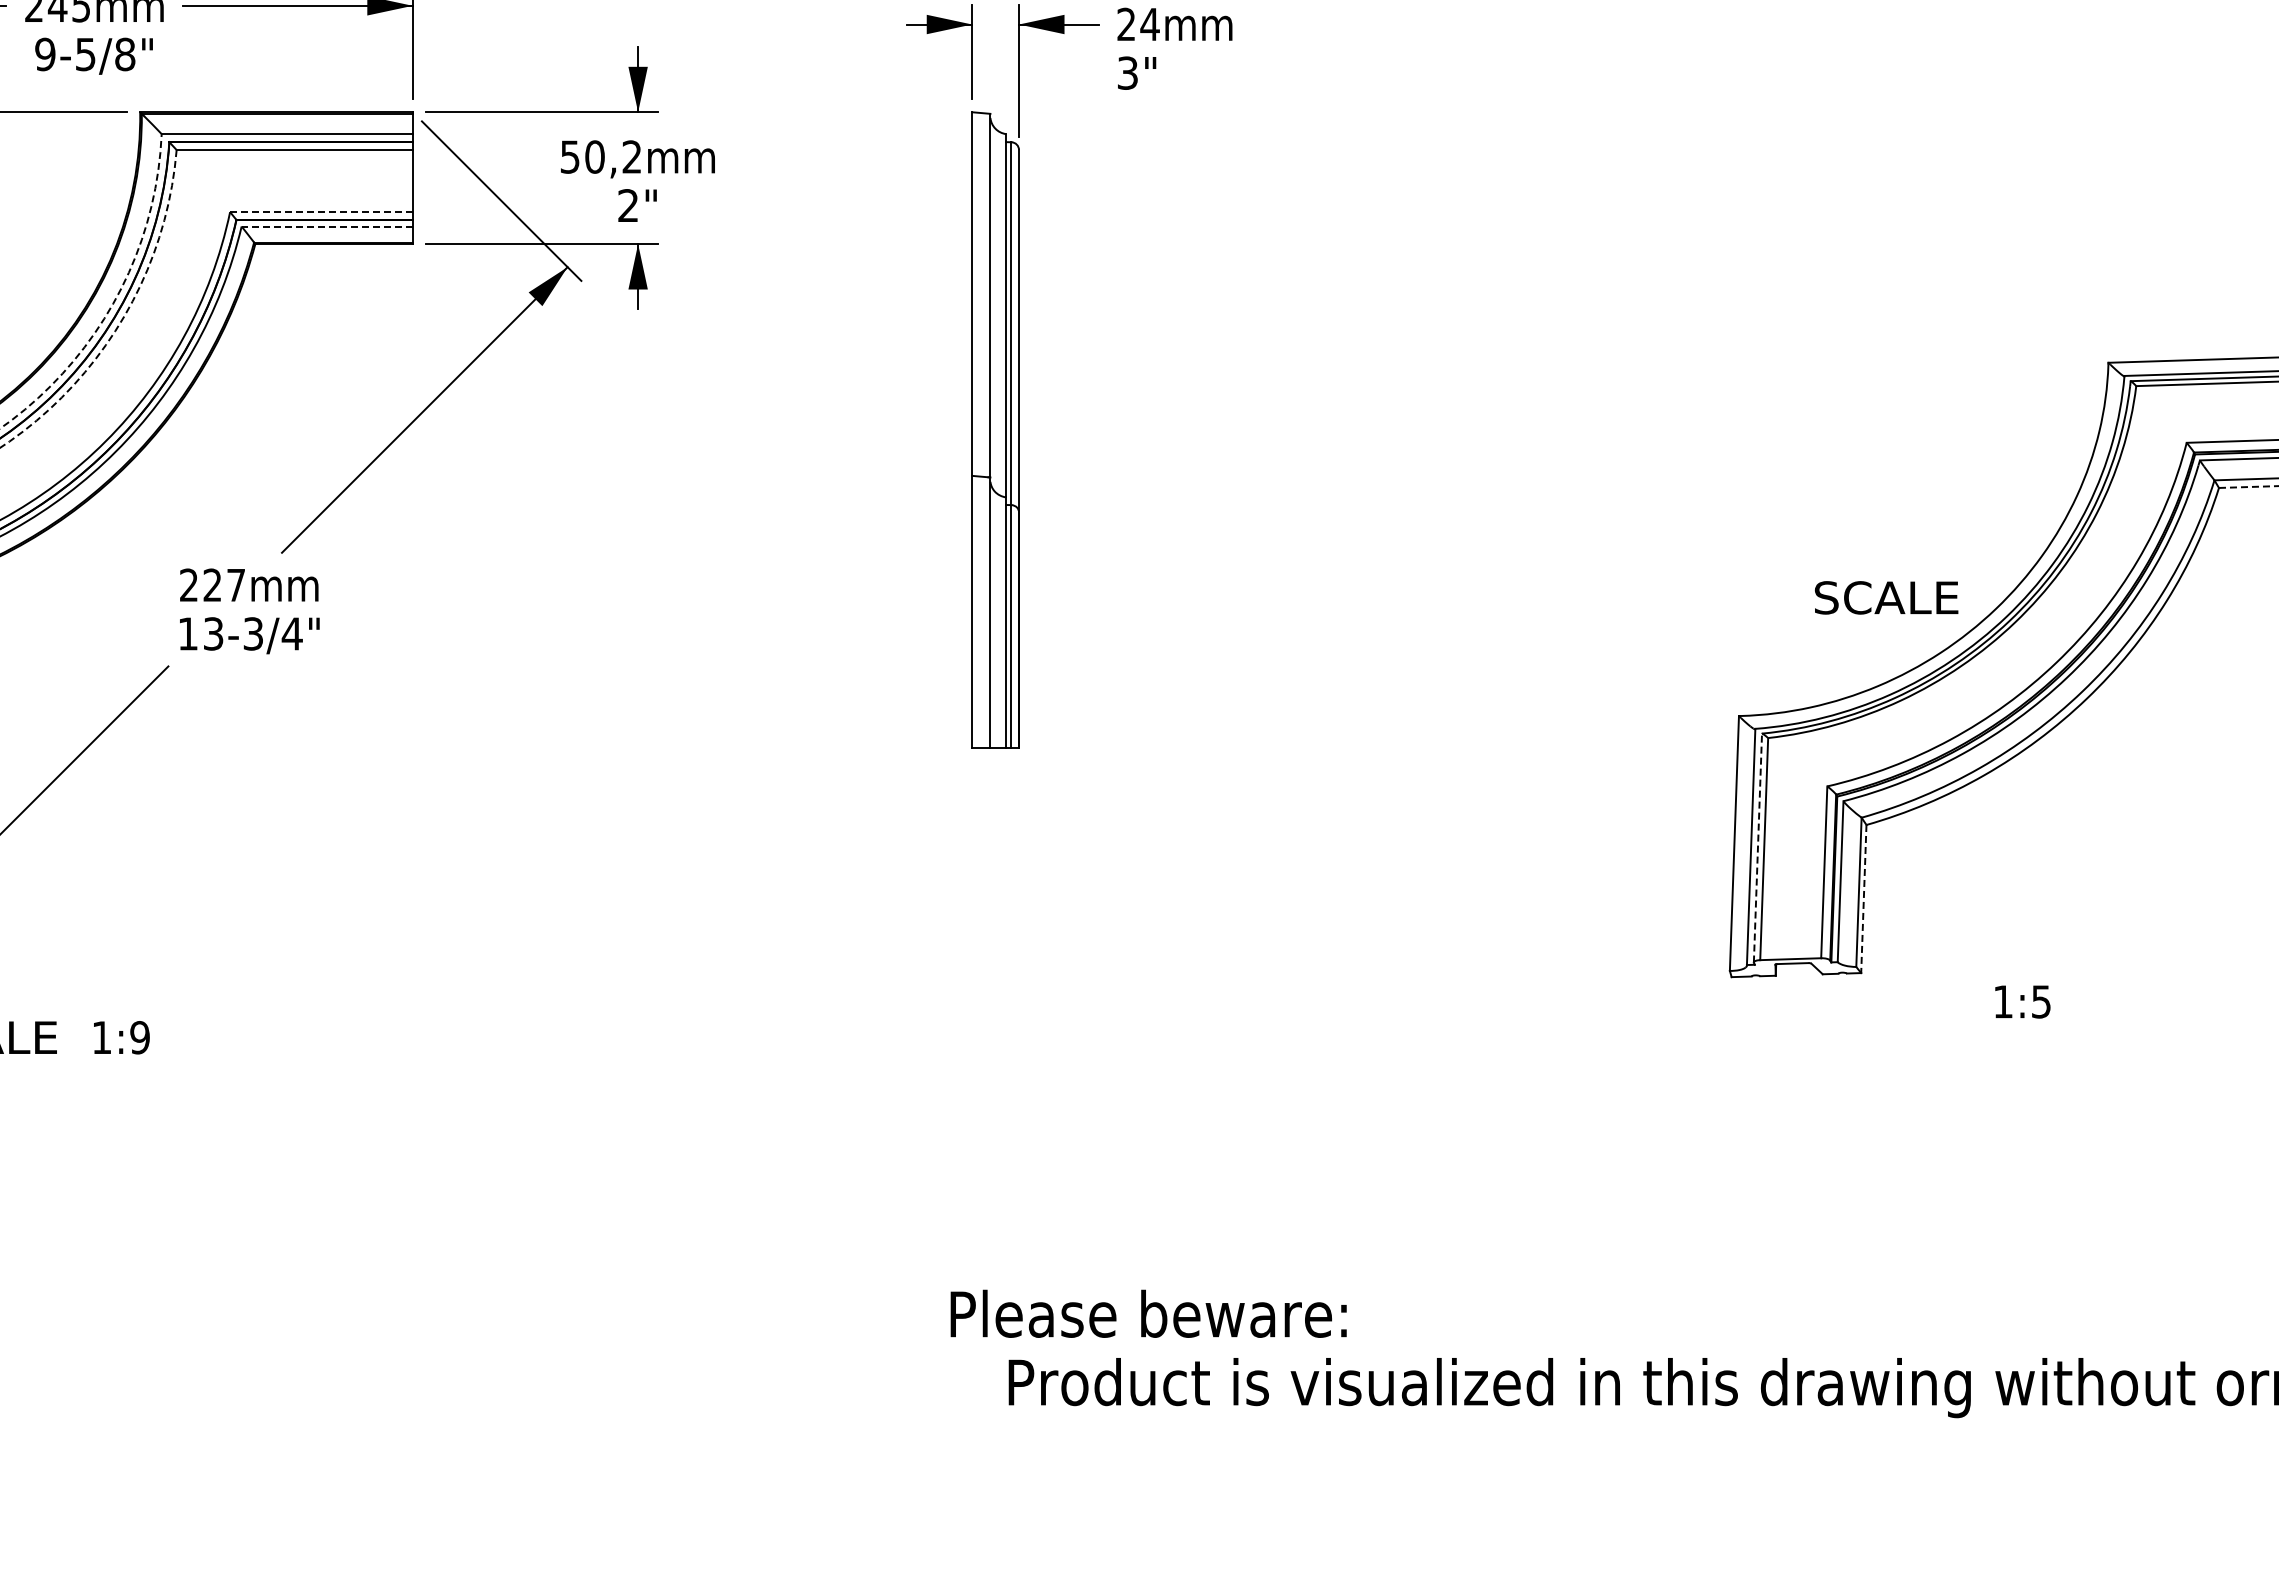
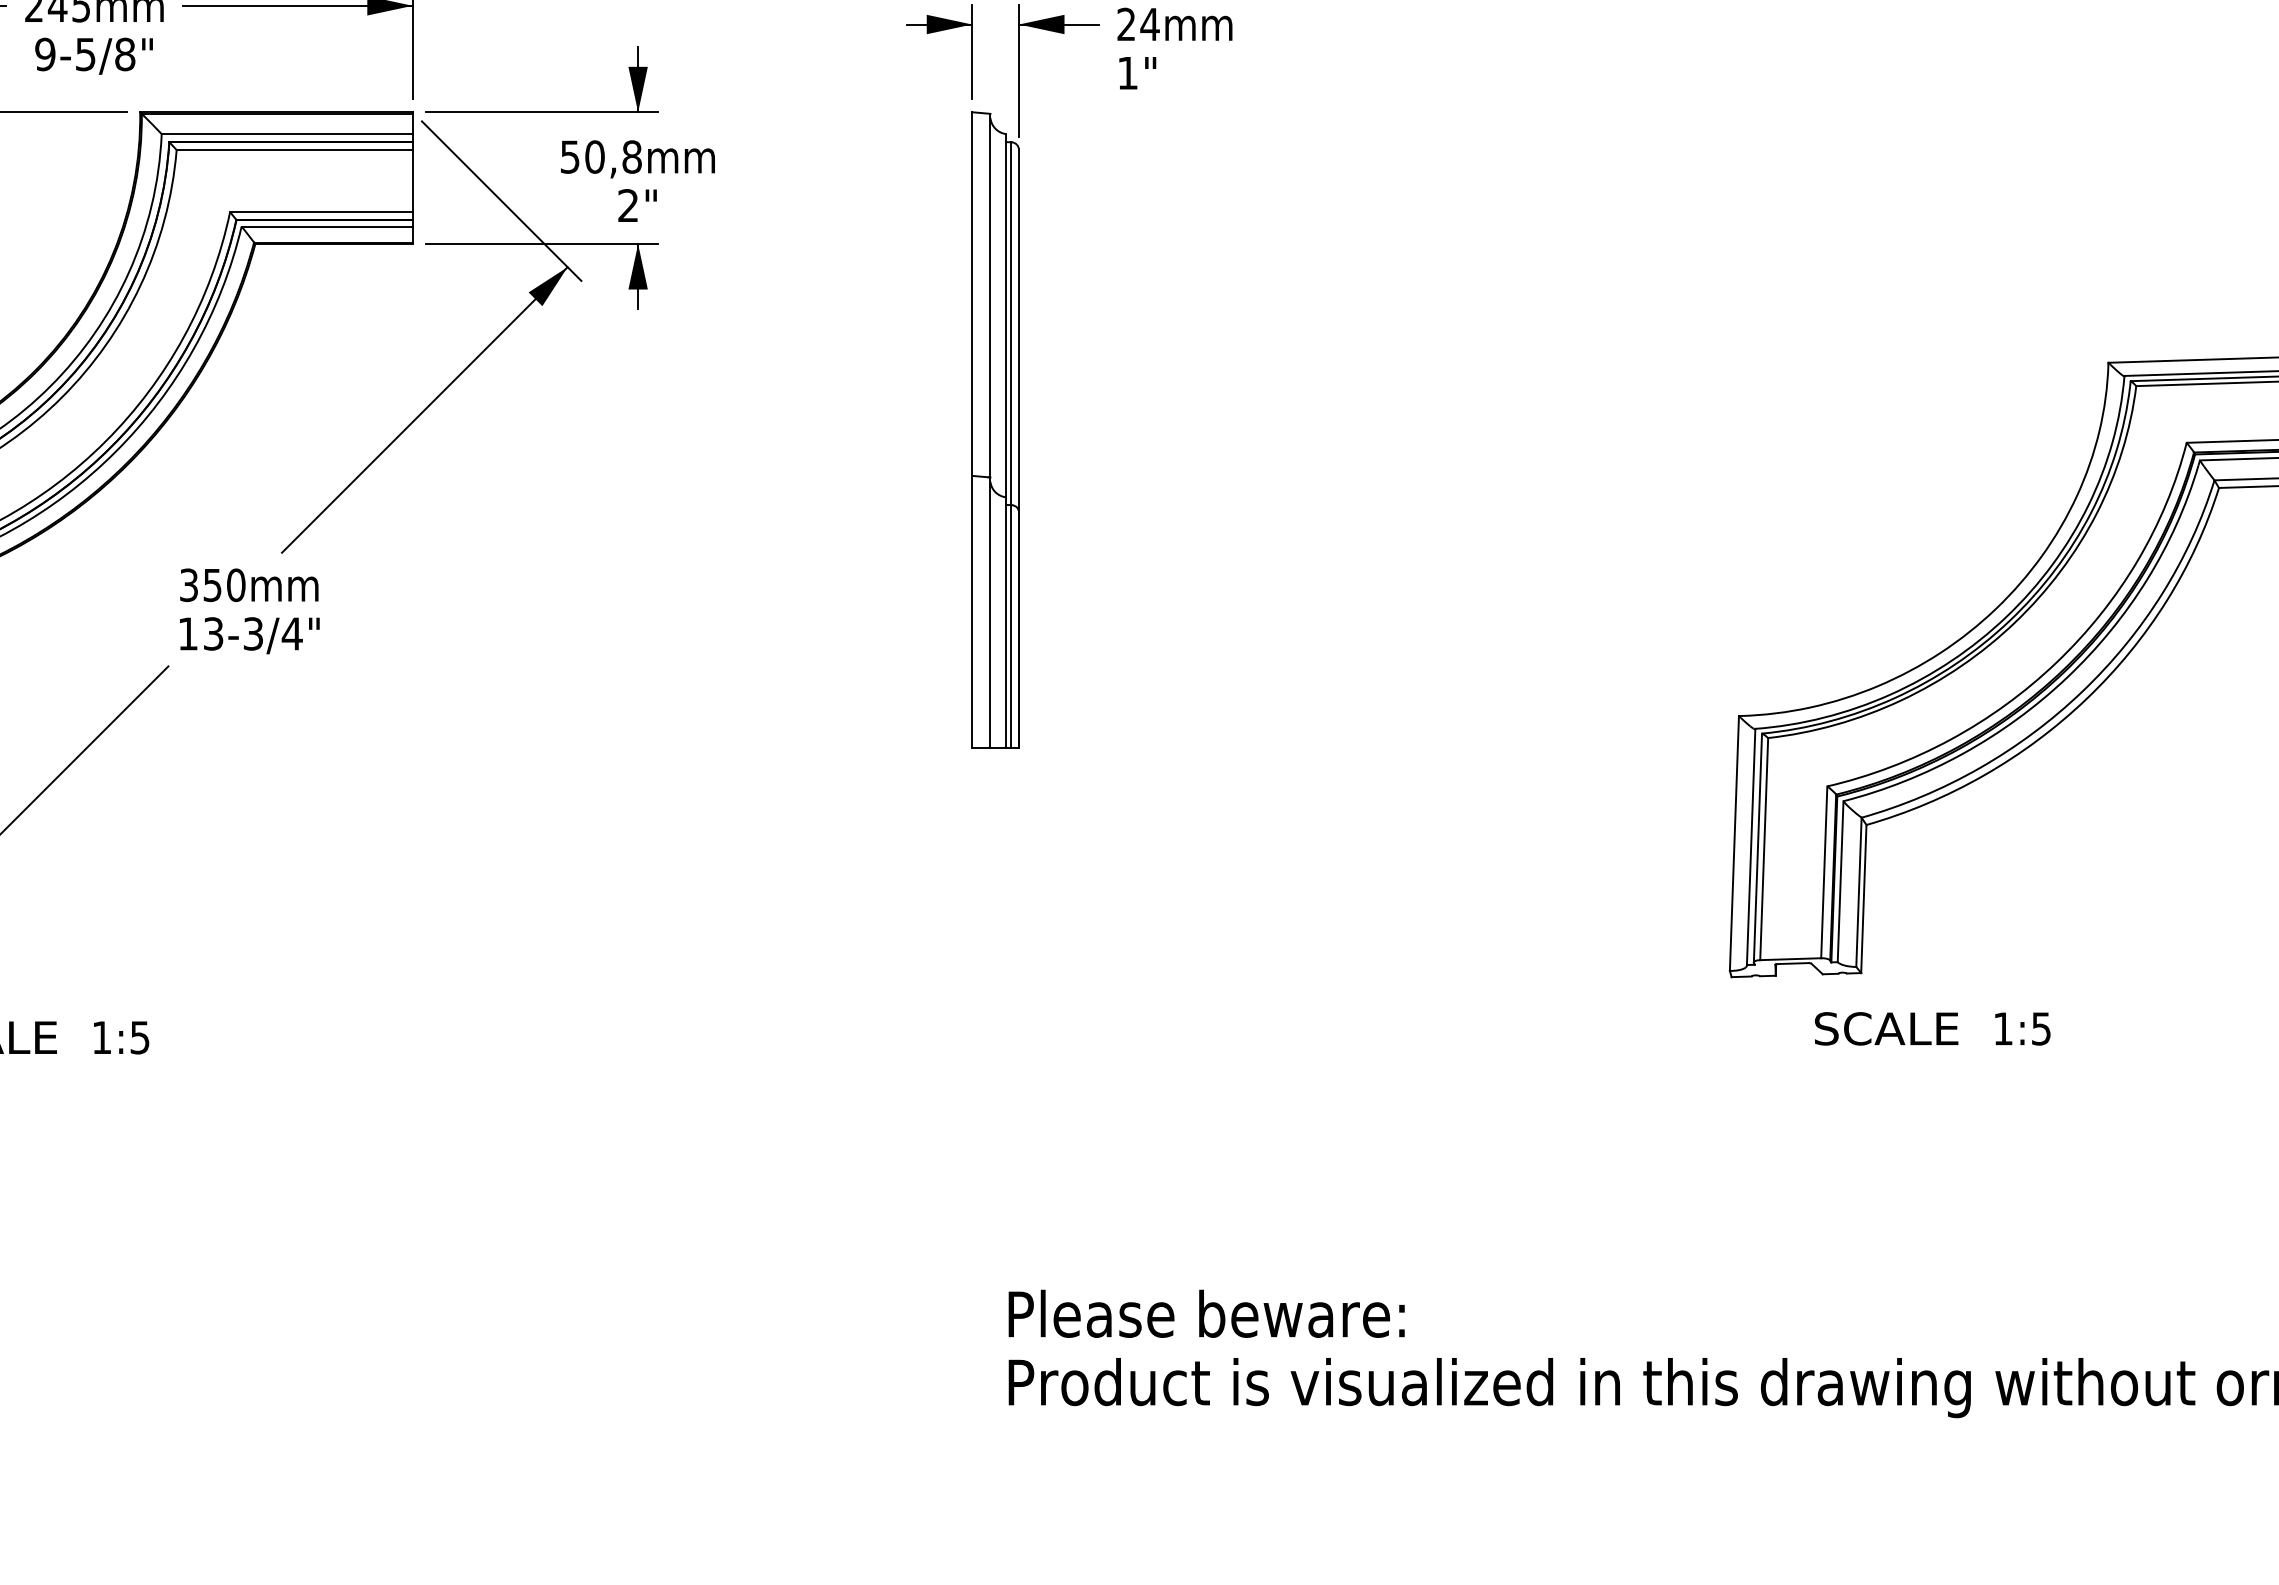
text at (1127, 72): 3" -> 1"
text at (631, 156): 50,2 -> 50,8
line at (321, 212): dashed -> solid
line at (327, 226): dashed -> solid
arc at (114, 301): dashed -> solid
arc at (121, 320): dashed -> solid
line at (2248, 487): dashed -> solid
text at (212, 585): 227 -> 350
text at (1886, 597) position: (1886, 597) -> (1886, 1028)
line at (1757, 847): dashed -> solid
line at (1863, 899): dashed -> solid
text at (2022, 1001) position: (2022, 1001) -> (2022, 1028)
text at (139, 1037): 1:9 -> 1:5
text at (1148, 1313) position: (1148, 1313) -> (1206, 1313)
